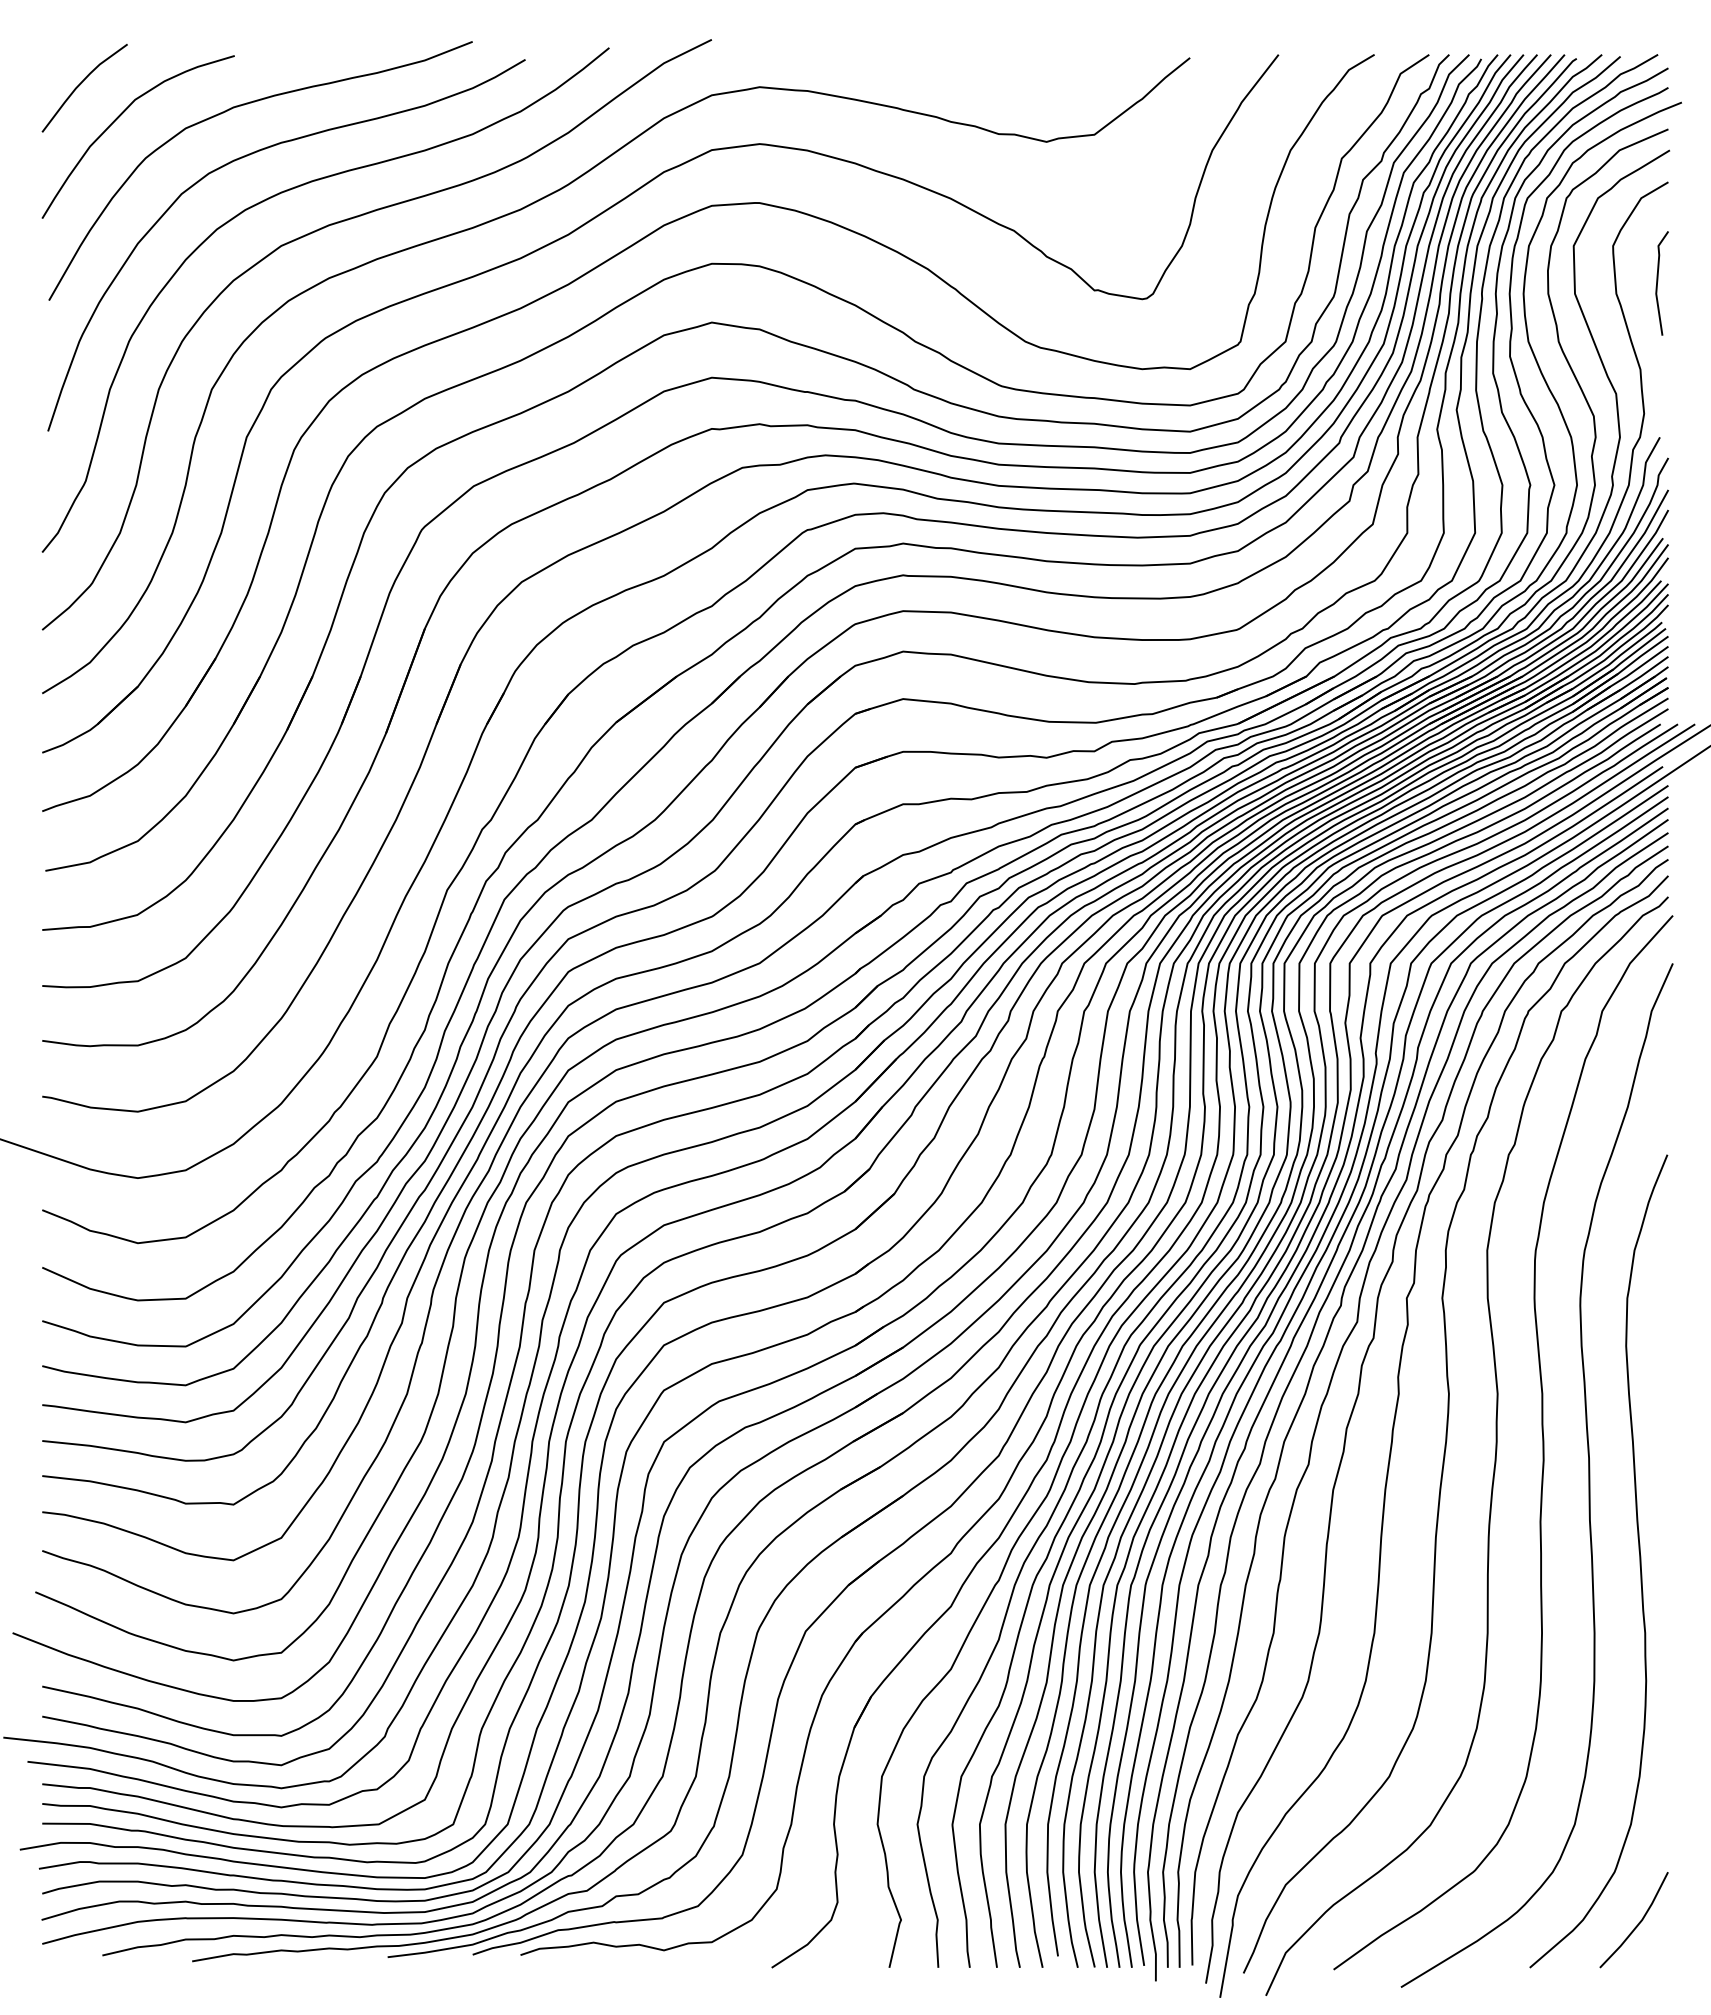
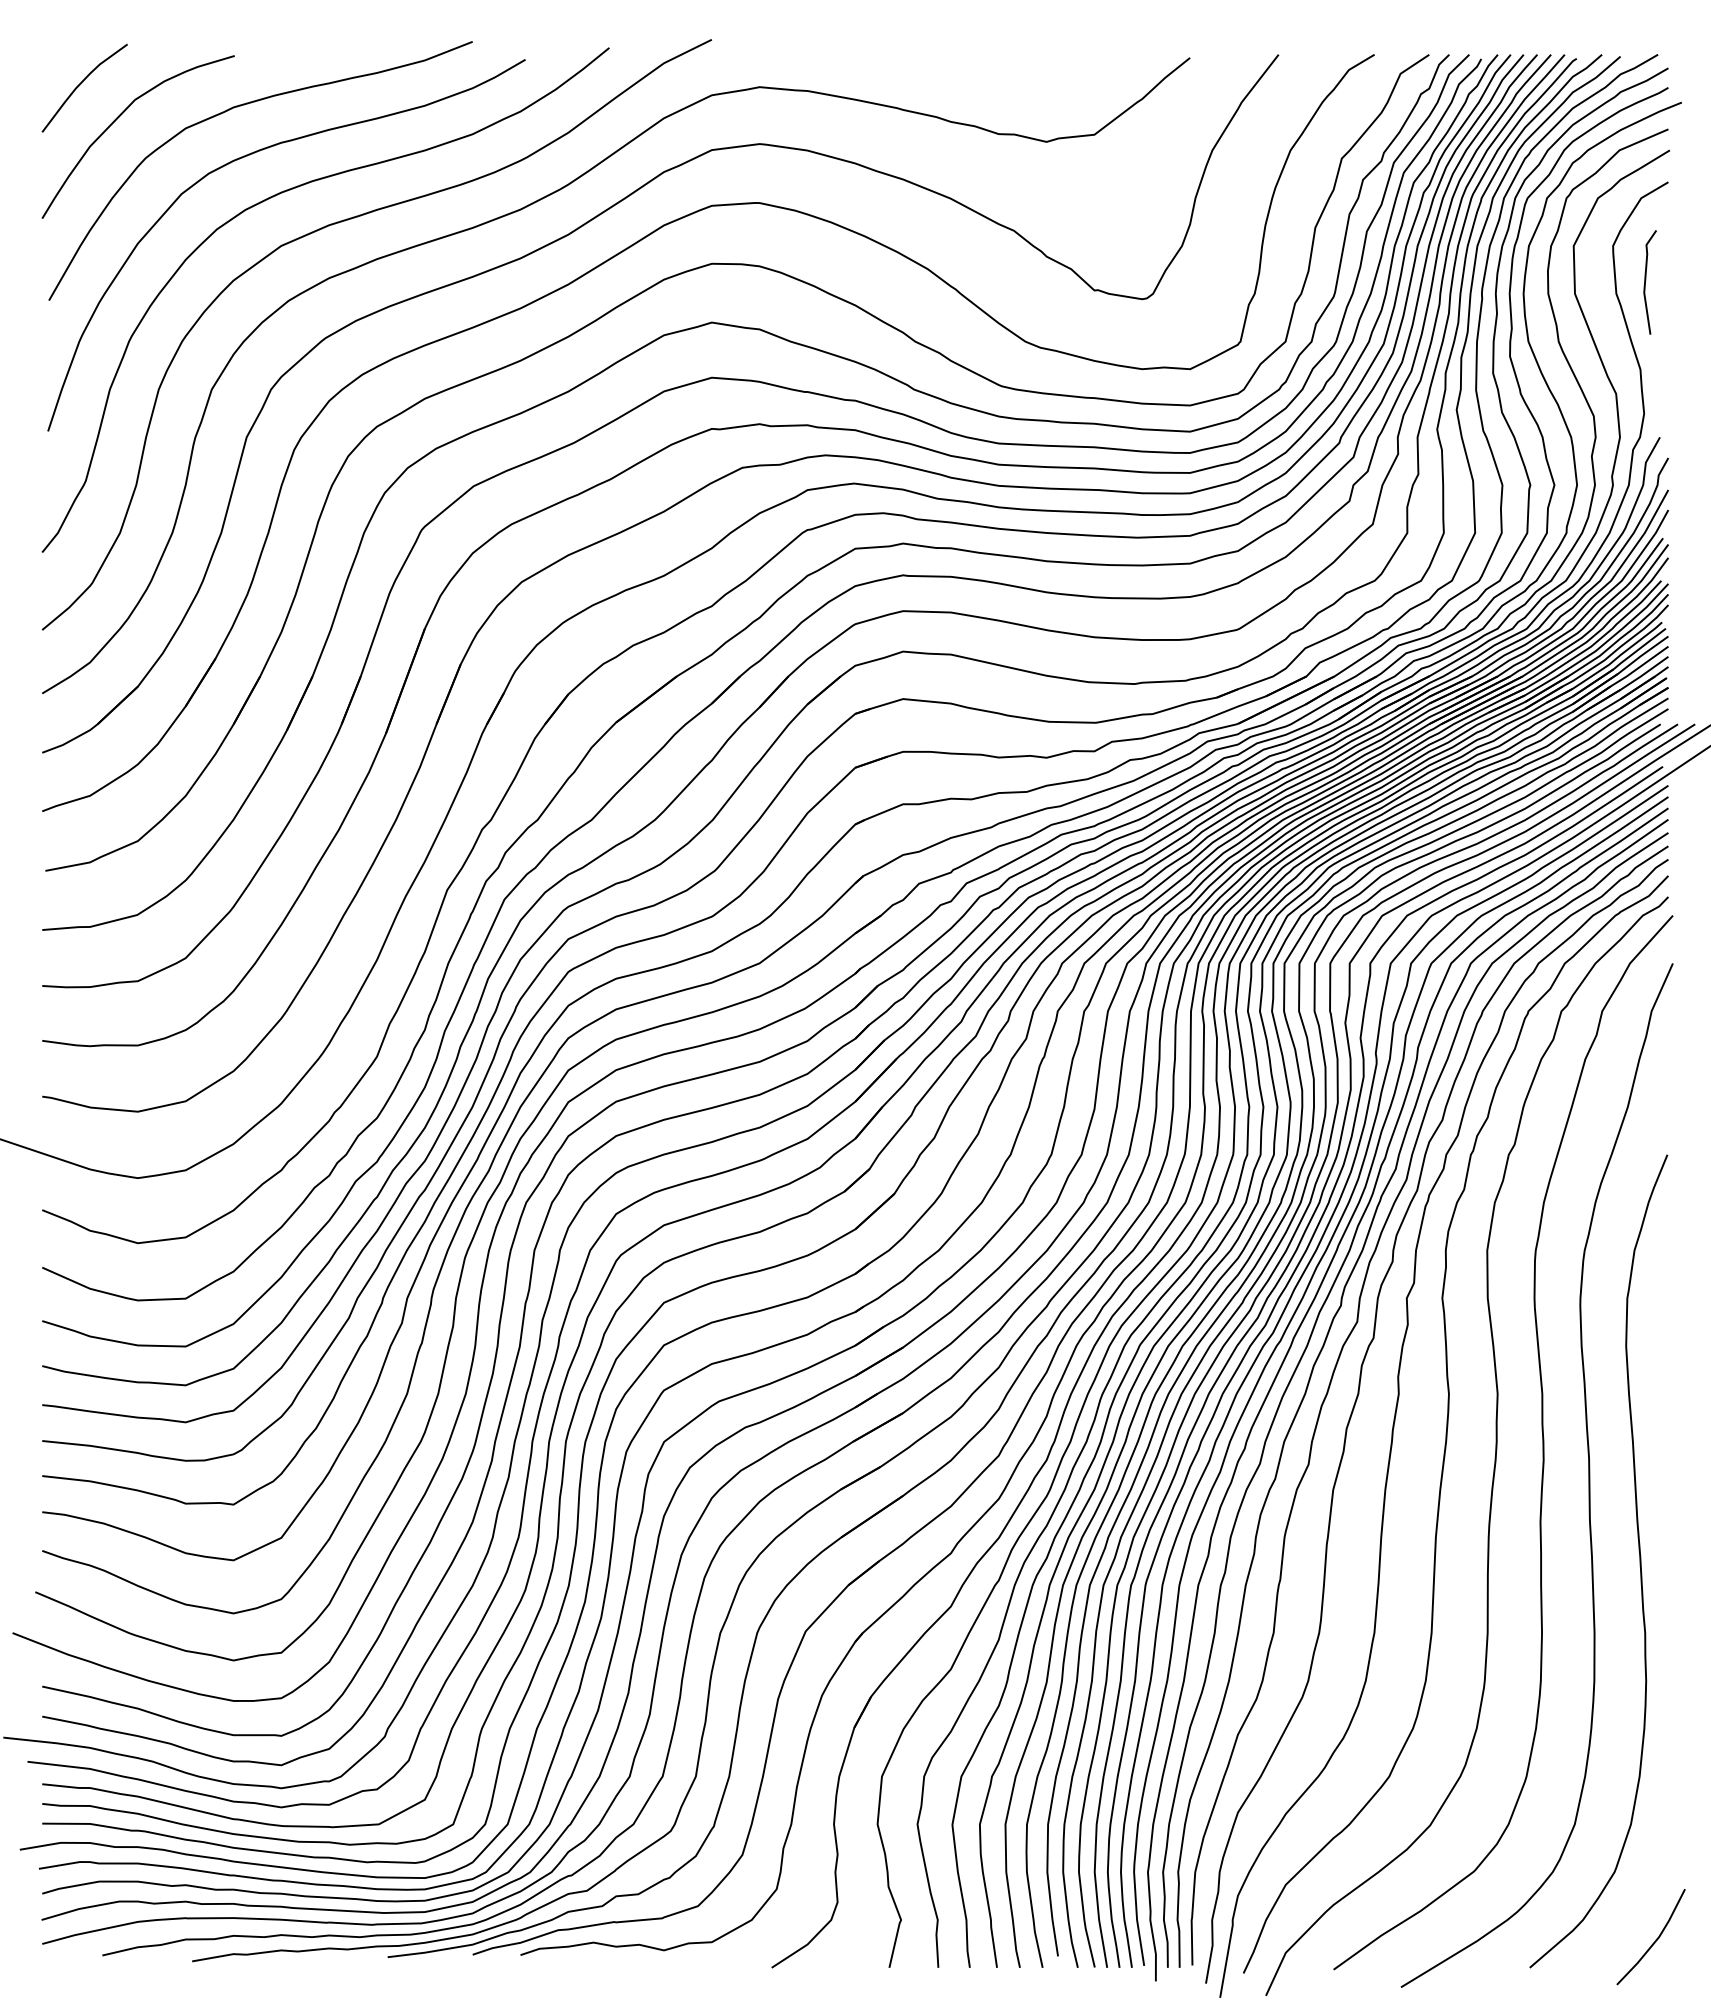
line at (1658, 281) position: (1658, 281) -> (1646, 280)
line at (1638, 1922) position: (1638, 1922) -> (1655, 1939)
